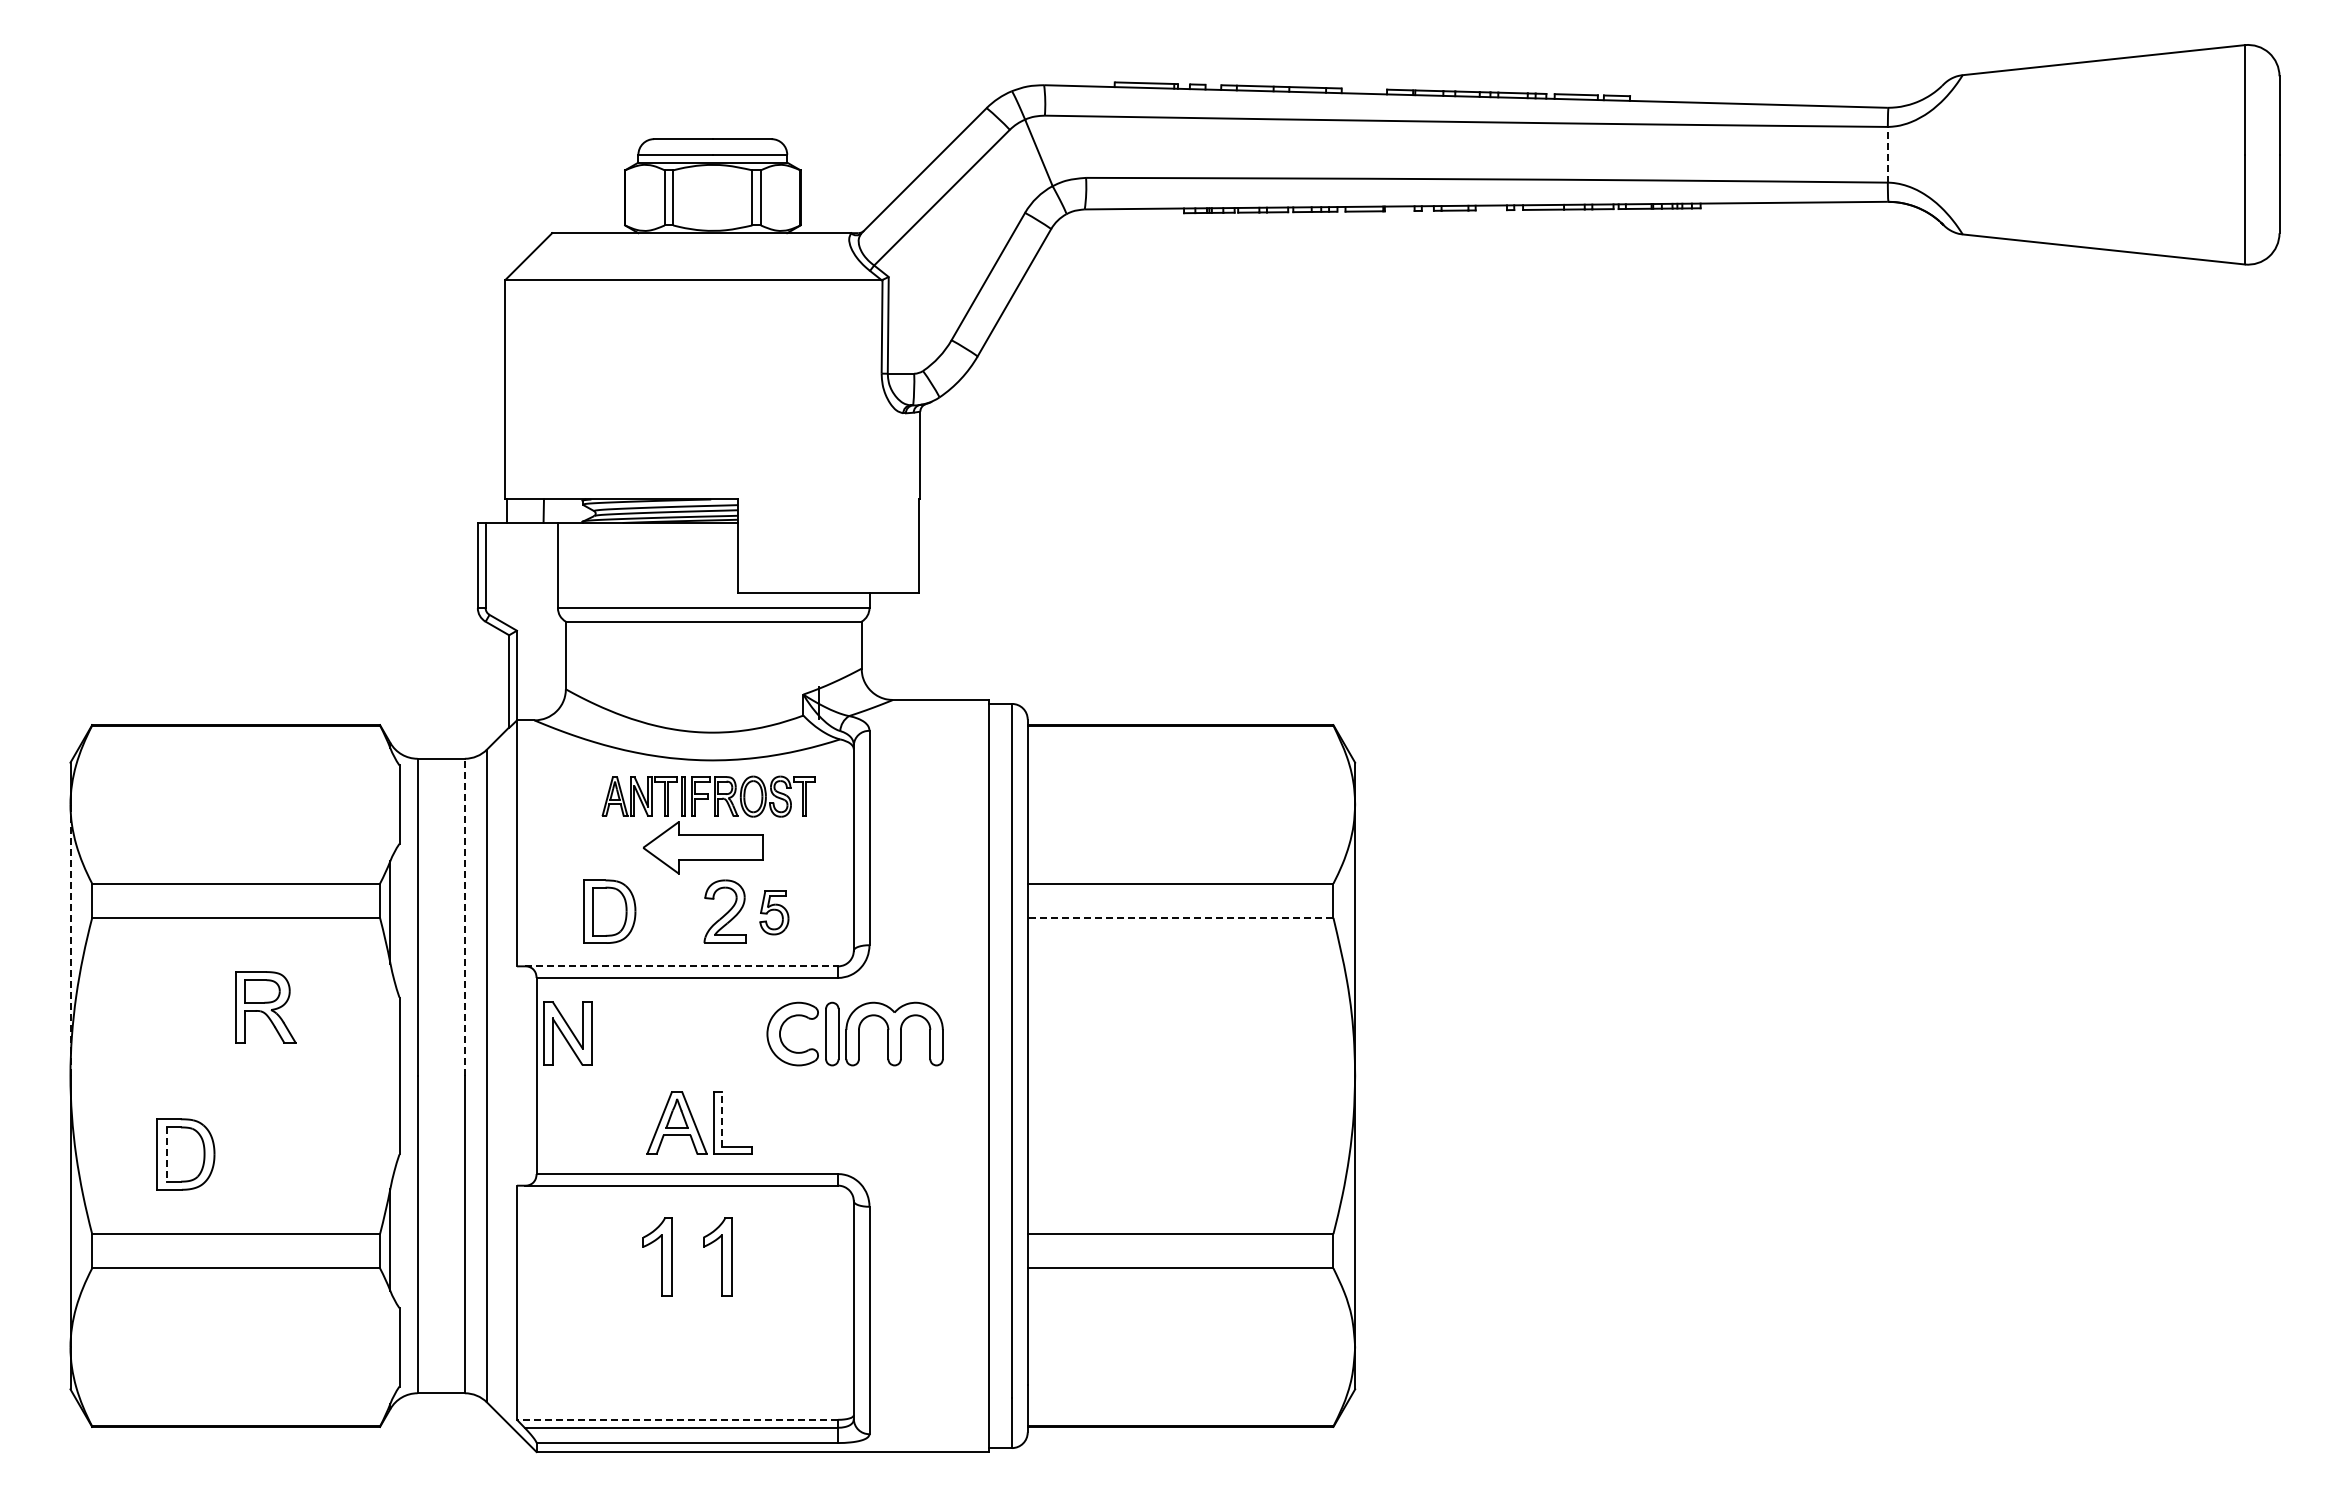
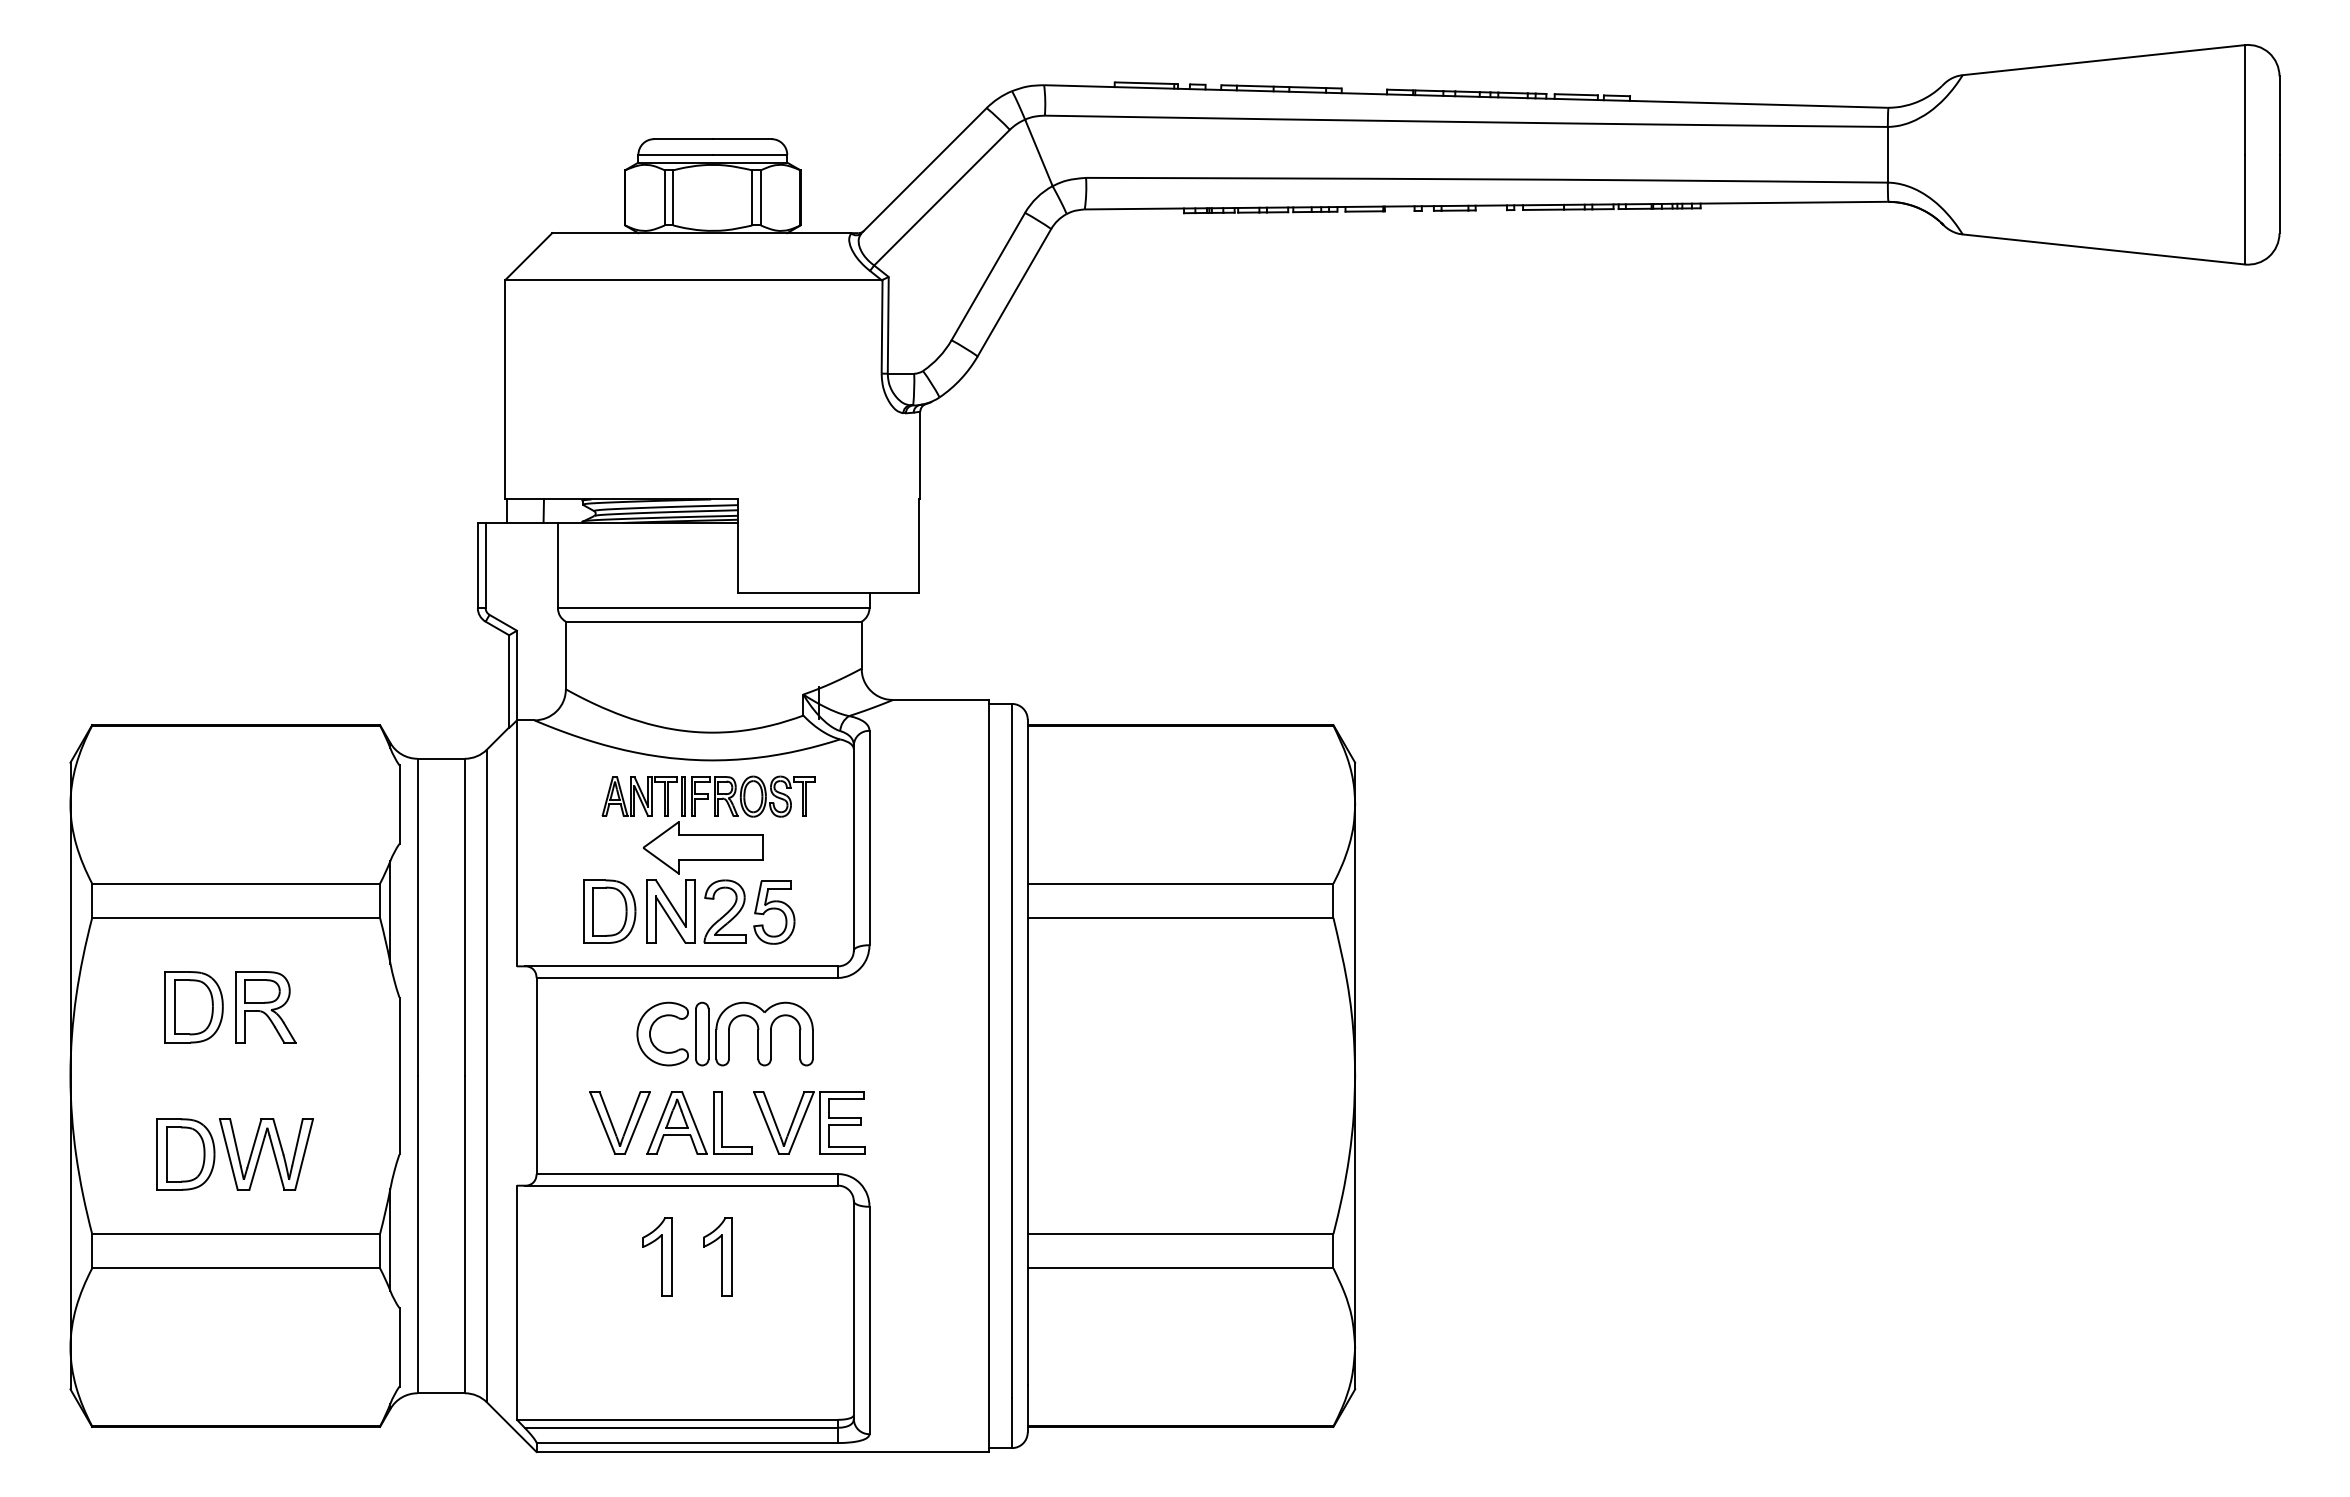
line at (1887, 154): dashed -> solid
part at (774, 912) size: 31x46 px -> 43x65 px
line at (464, 917): dashed -> solid
line at (1180, 917): dashed -> solid
line at (70, 940): dashed -> solid
line at (682, 966): dashed -> solid
part at (193, 1007): none -> present
part at (567, 1033) position: (567, 1033) -> (670, 911)
part at (854, 1033) position: (854, 1033) -> (724, 1033)
line at (722, 1119): dashed -> solid
part at (803, 1120): none -> present
part at (613, 1125): none -> present
part at (266, 1154): none -> present
line at (166, 1155): dashed -> solid
line at (677, 1419): dashed -> solid
